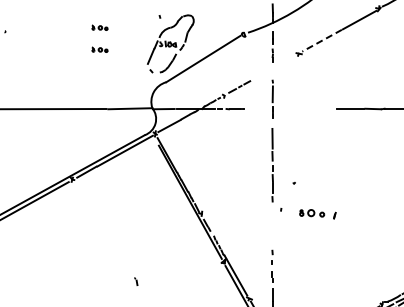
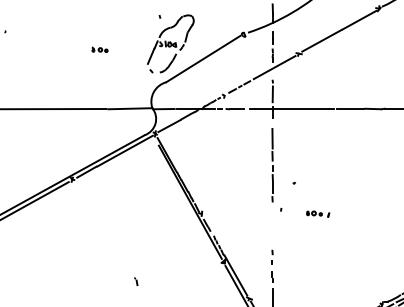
part at (99, 27): present -> none
line at (322, 40): dashed -> solid
line at (274, 67): none -> present
line at (291, 109): none -> present
part at (317, 214) size: 38x11 px -> 25x8 px
